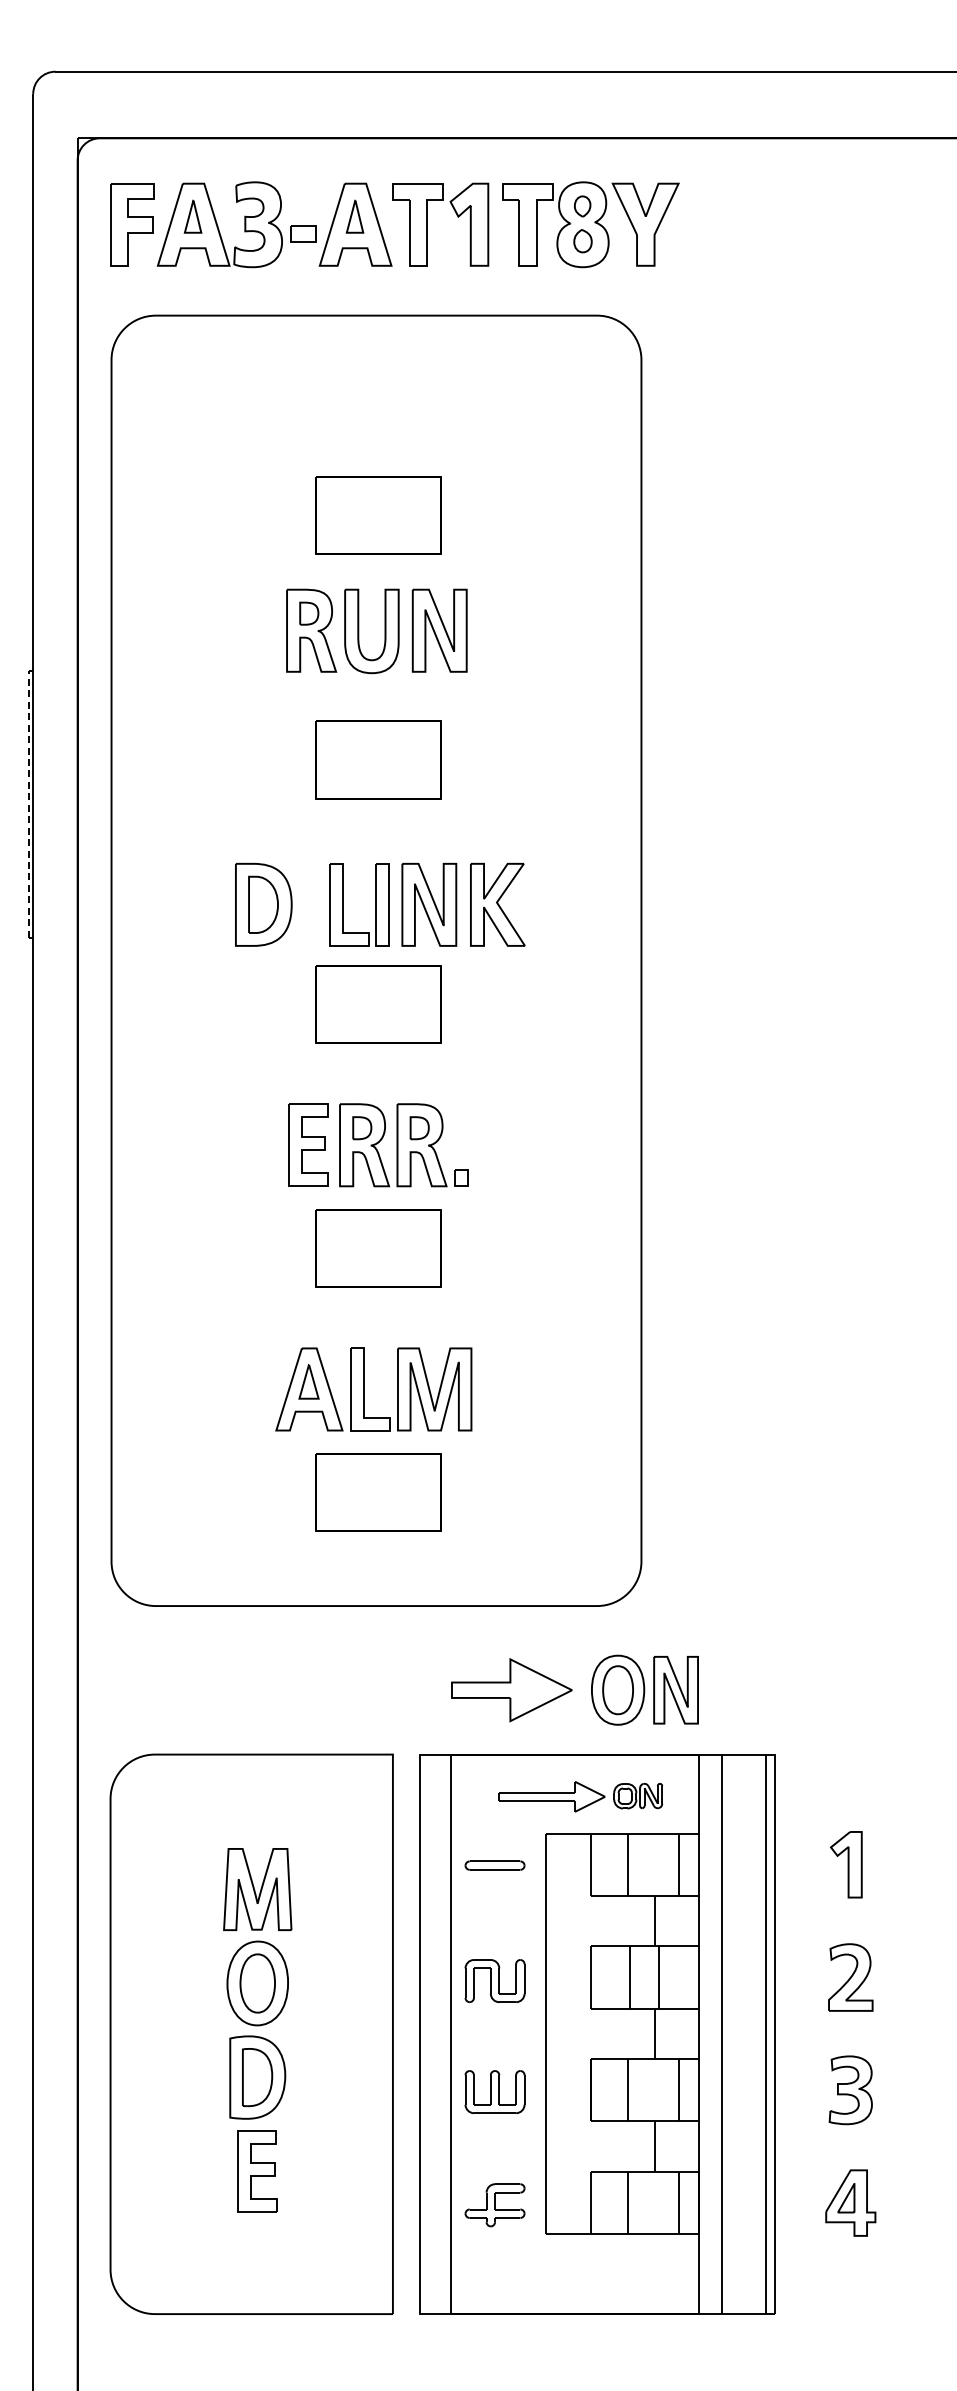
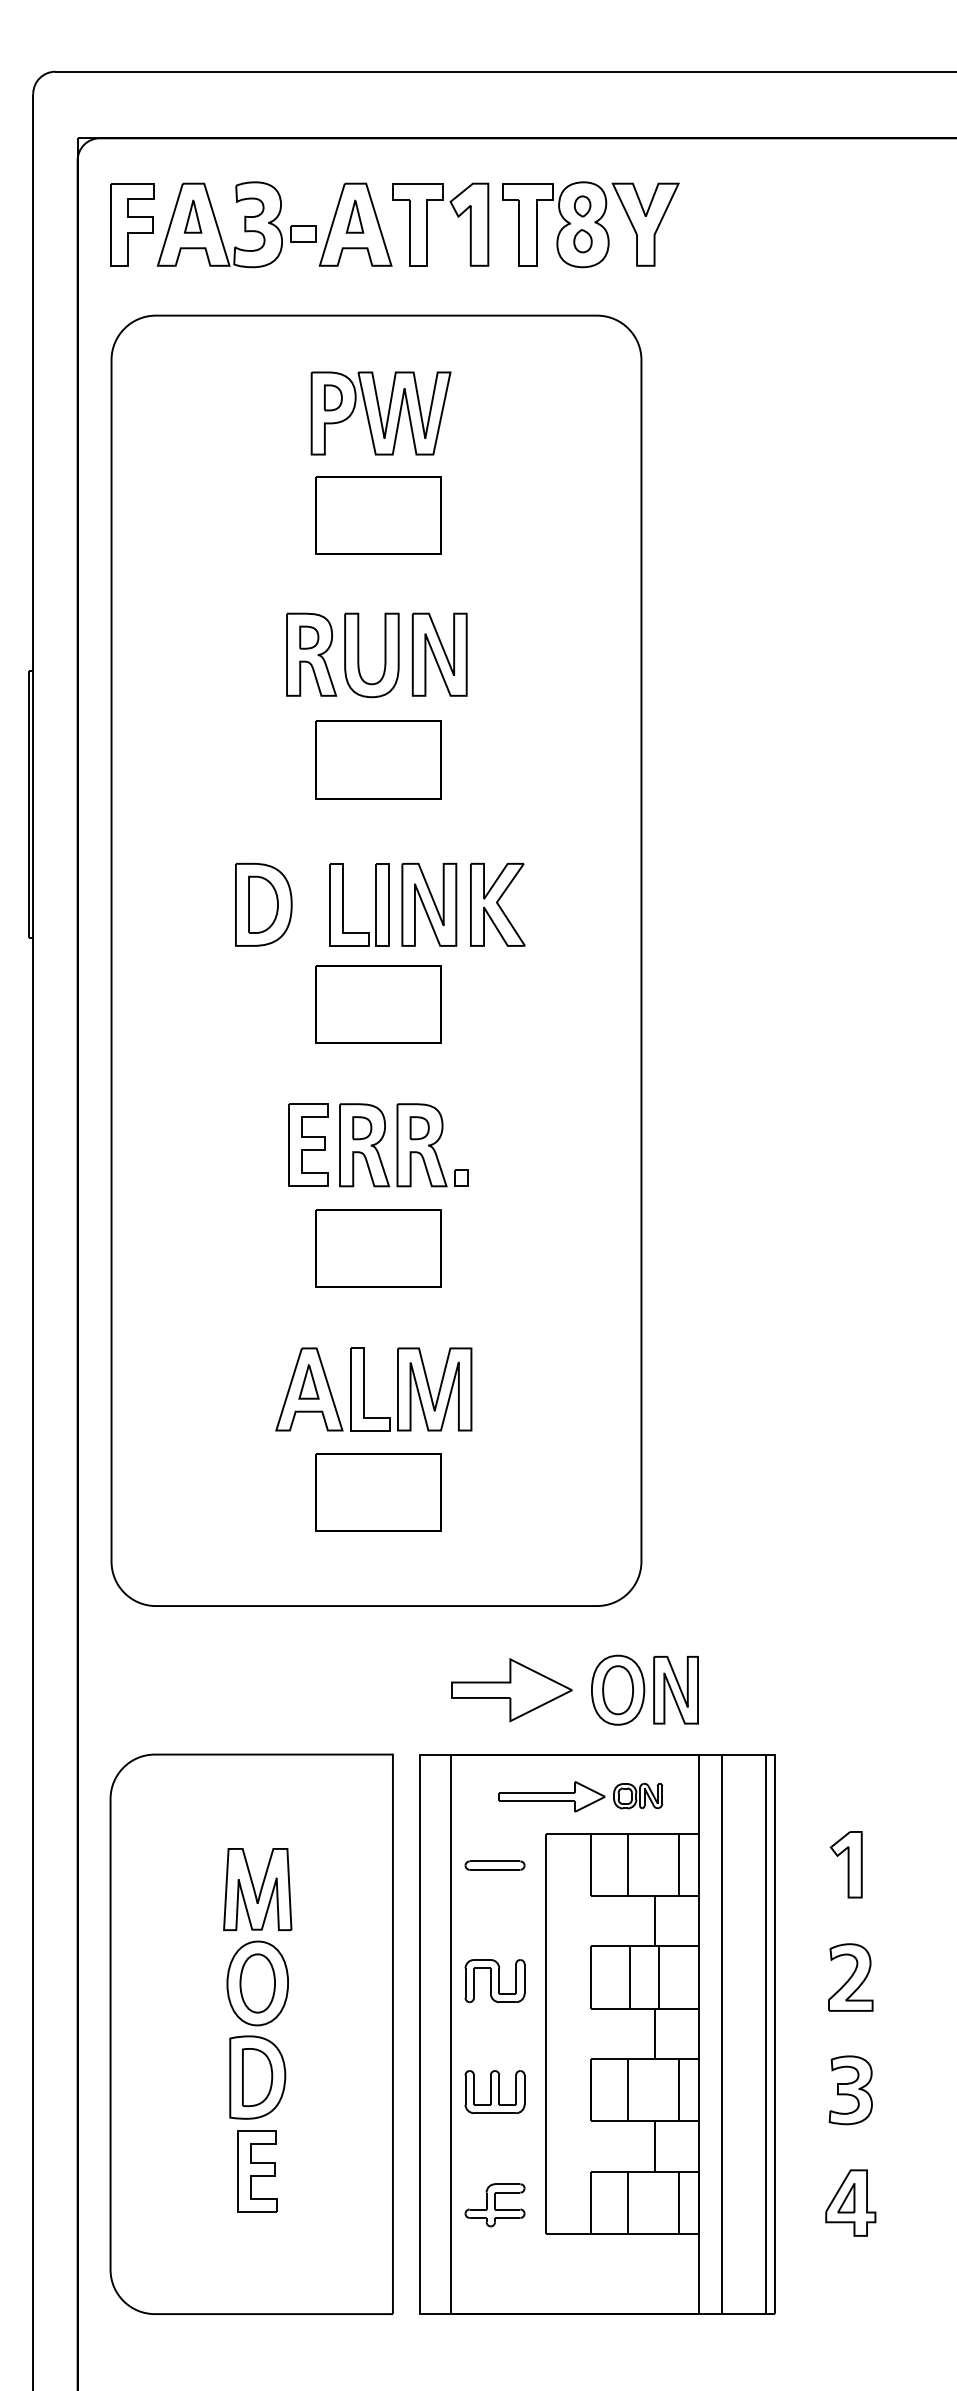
part at (380, 413): none -> present
part at (384, 631) position: (384, 631) -> (384, 655)
line at (28, 803): dashed -> solid
